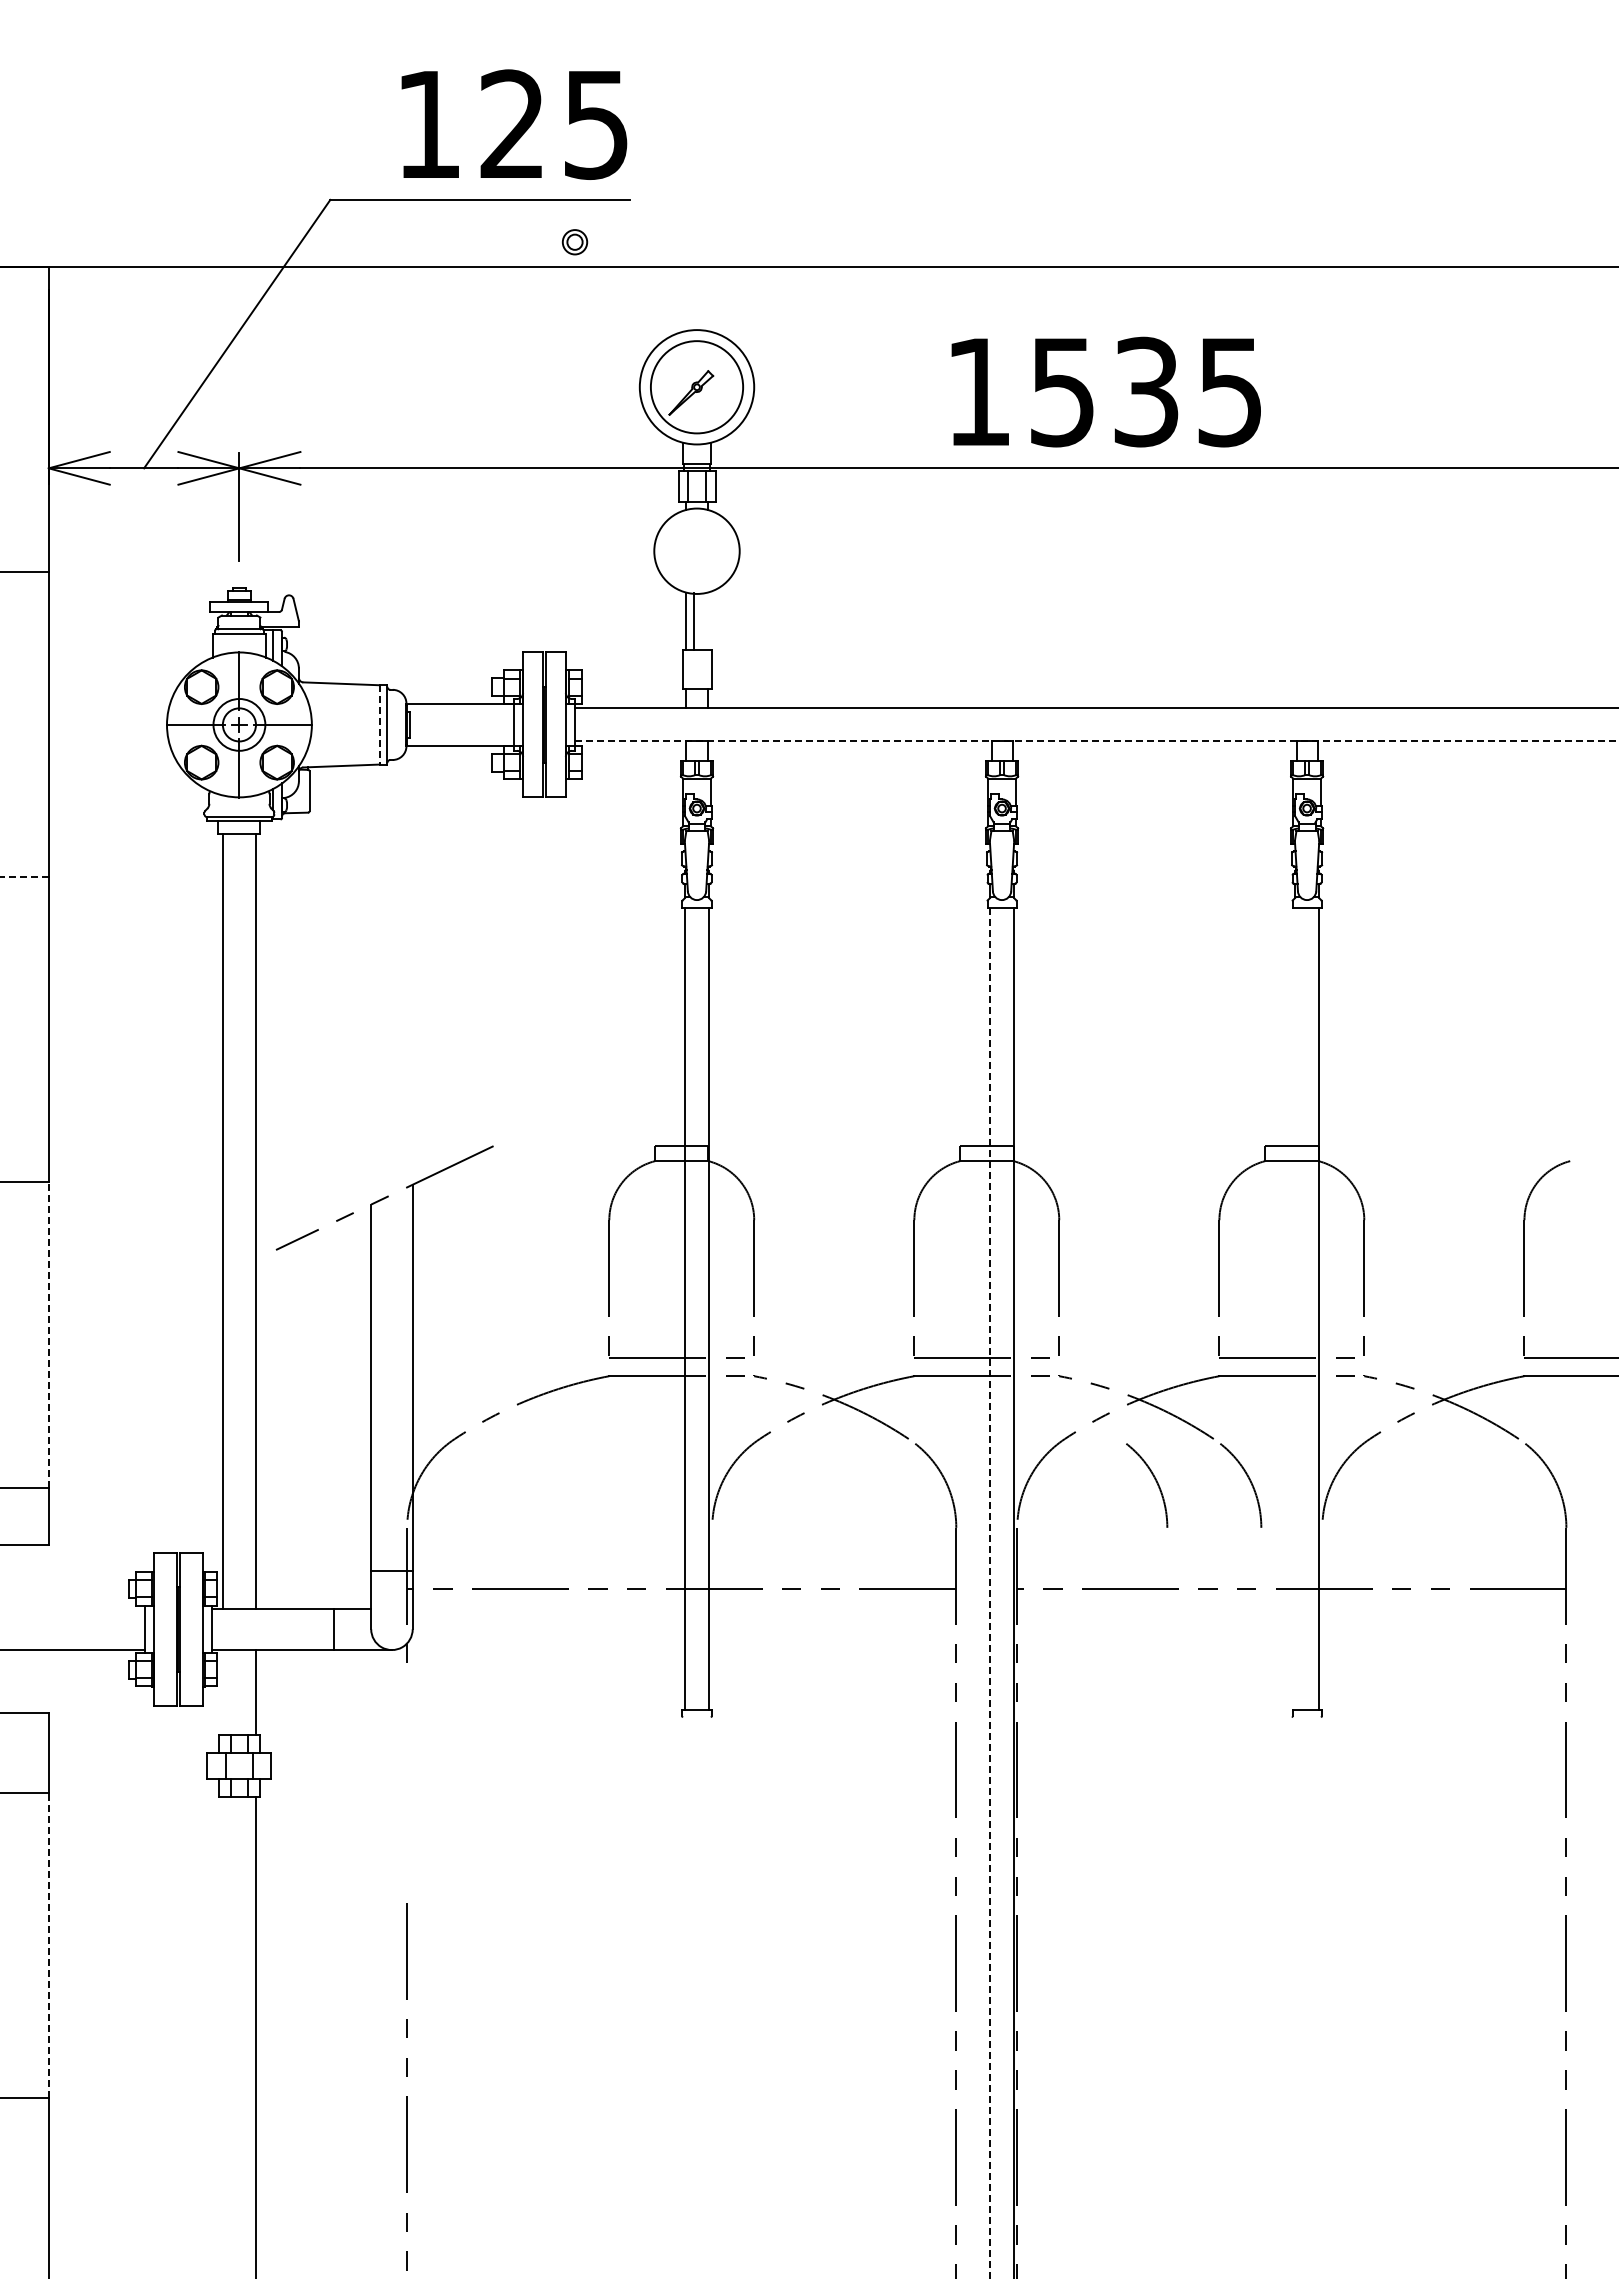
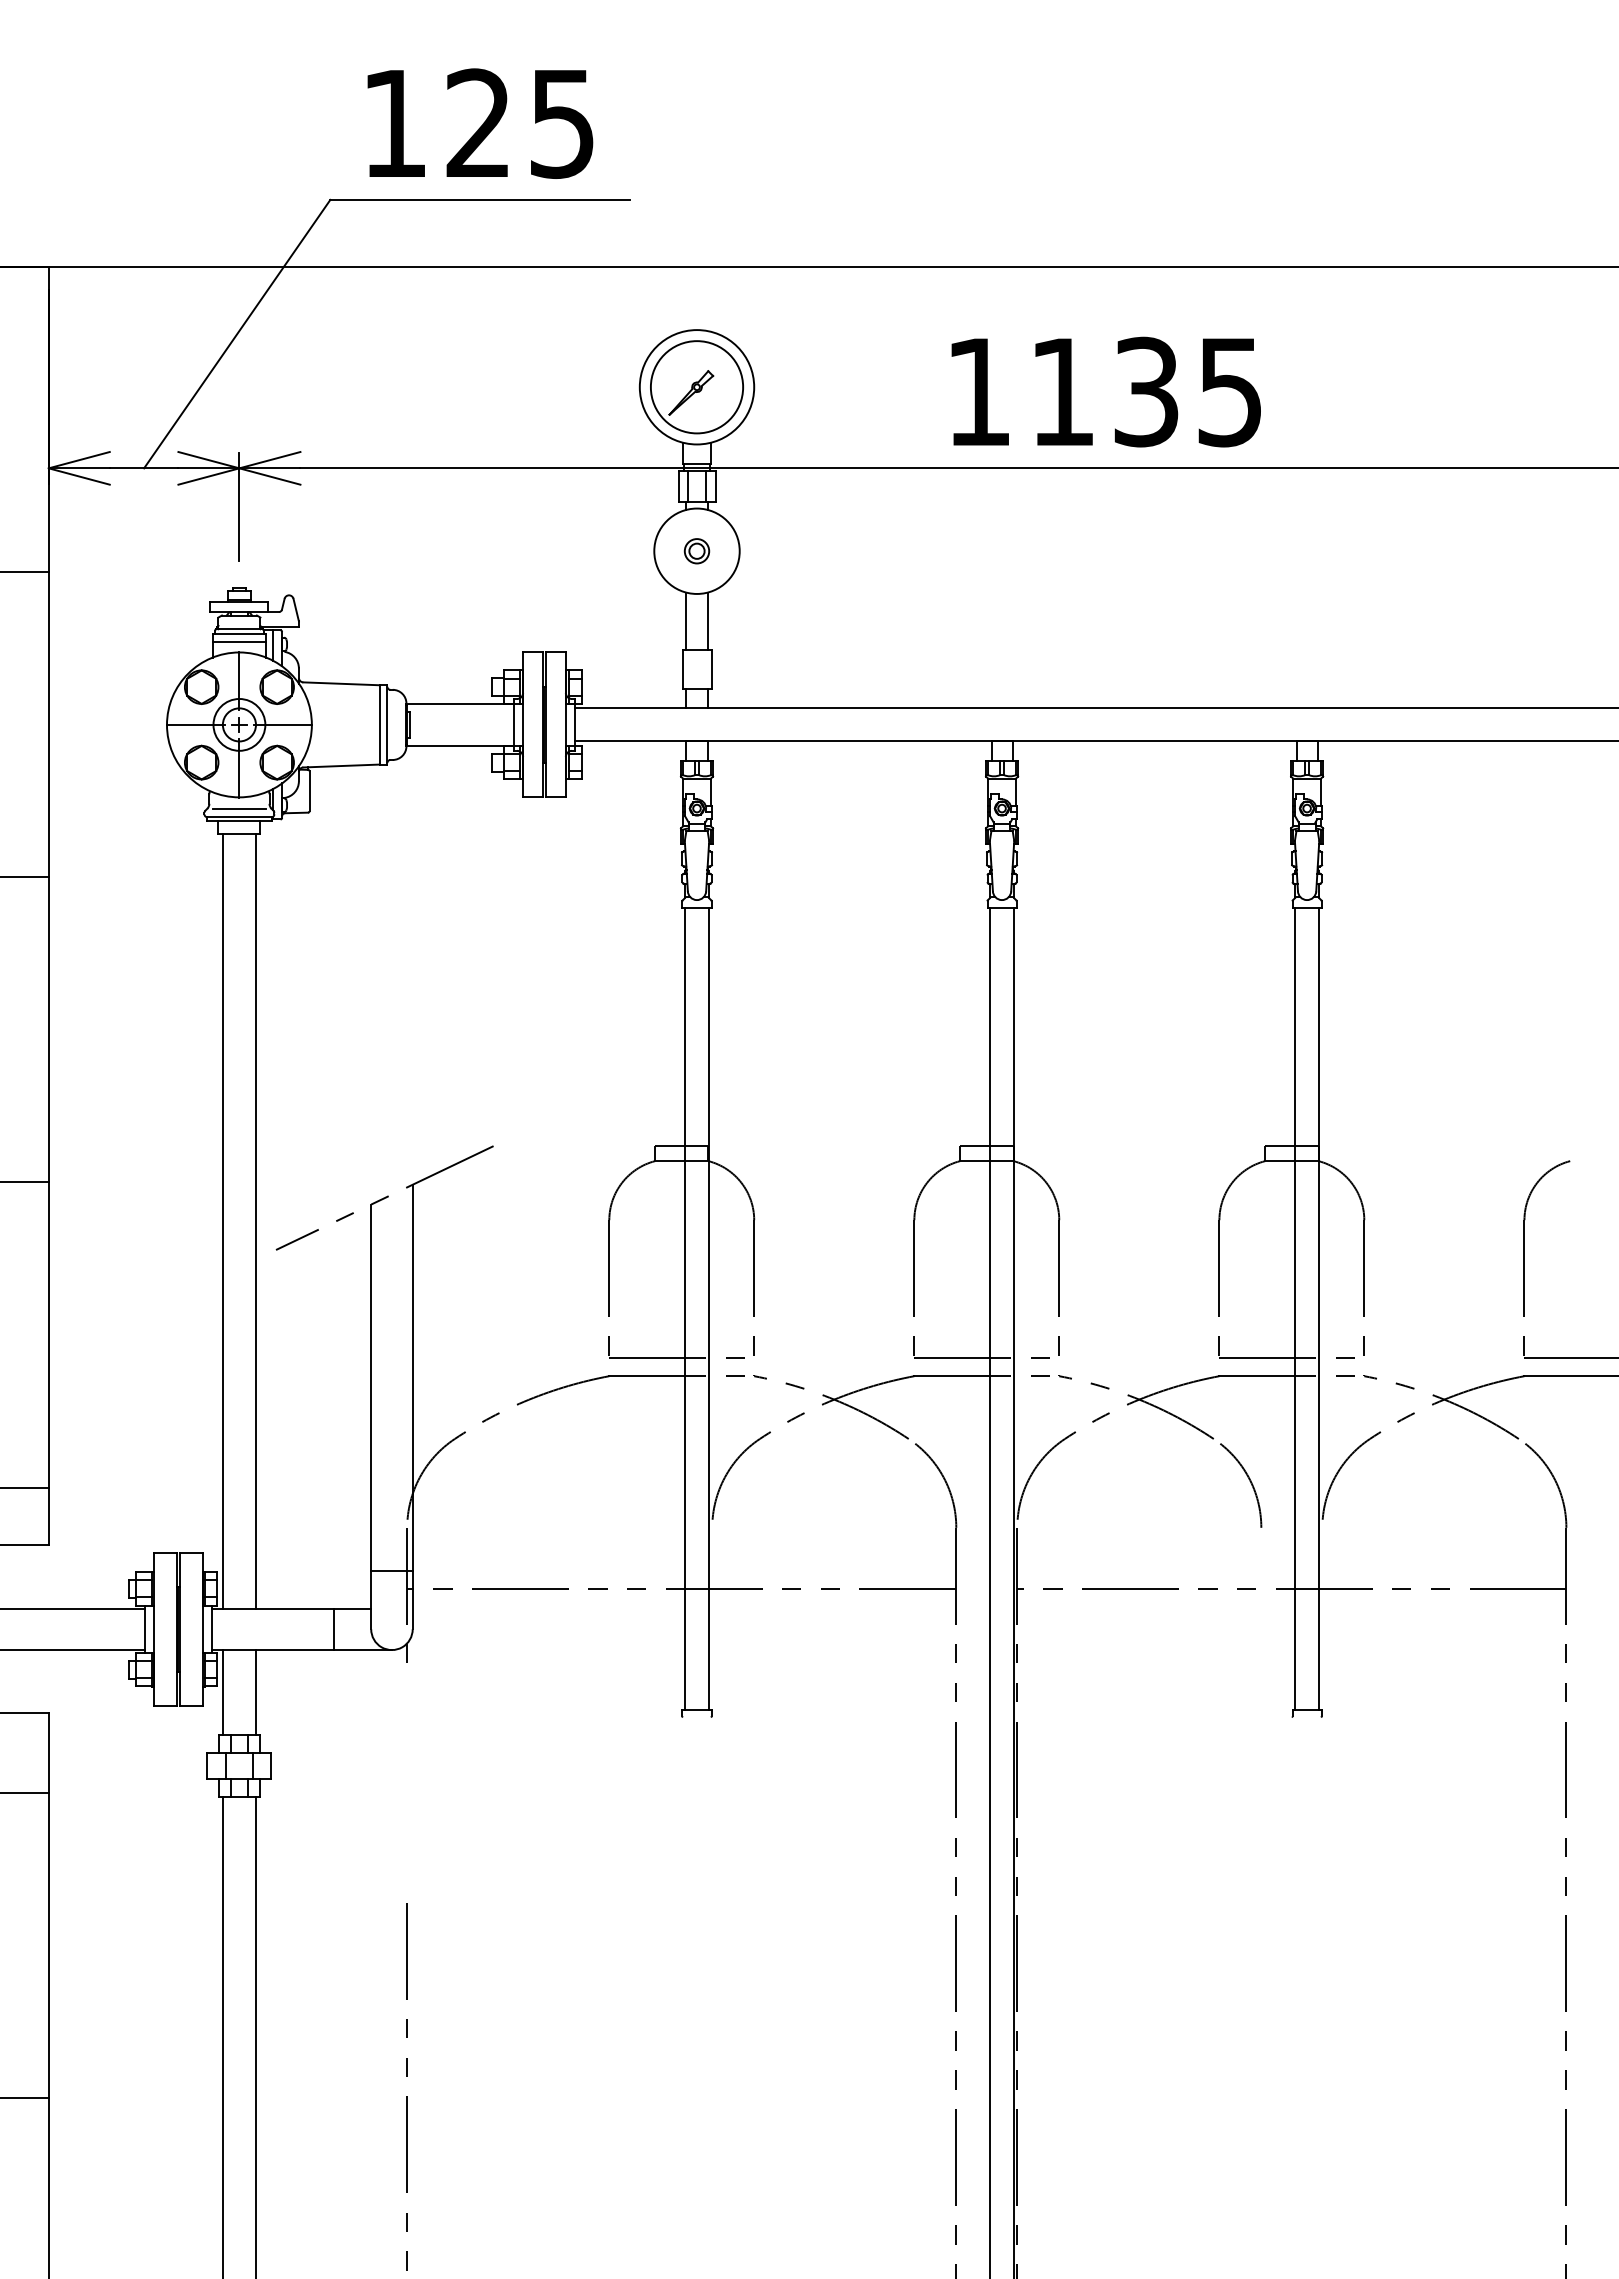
text at (514, 124) position: (514, 124) -> (480, 123)
part at (574, 242) position: (574, 242) -> (696, 551)
text at (1062, 392): 1535 -> 1135
line at (693, 621) position: (693, 621) -> (707, 621)
line at (239, 642): none -> present
line at (379, 724): dashed -> solid
line at (1096, 741): dashed -> solid
line at (239, 808): none -> present
line at (24, 877): dashed -> solid
line at (1295, 1308): none -> present
line at (48, 1335): dashed -> solid
arc at (1155, 1481): present -> none
line at (990, 1593): dashed -> solid
line at (73, 1608): none -> present
line at (222, 1692): none -> present
line at (48, 1945): dashed -> solid
line at (222, 2036): none -> present
